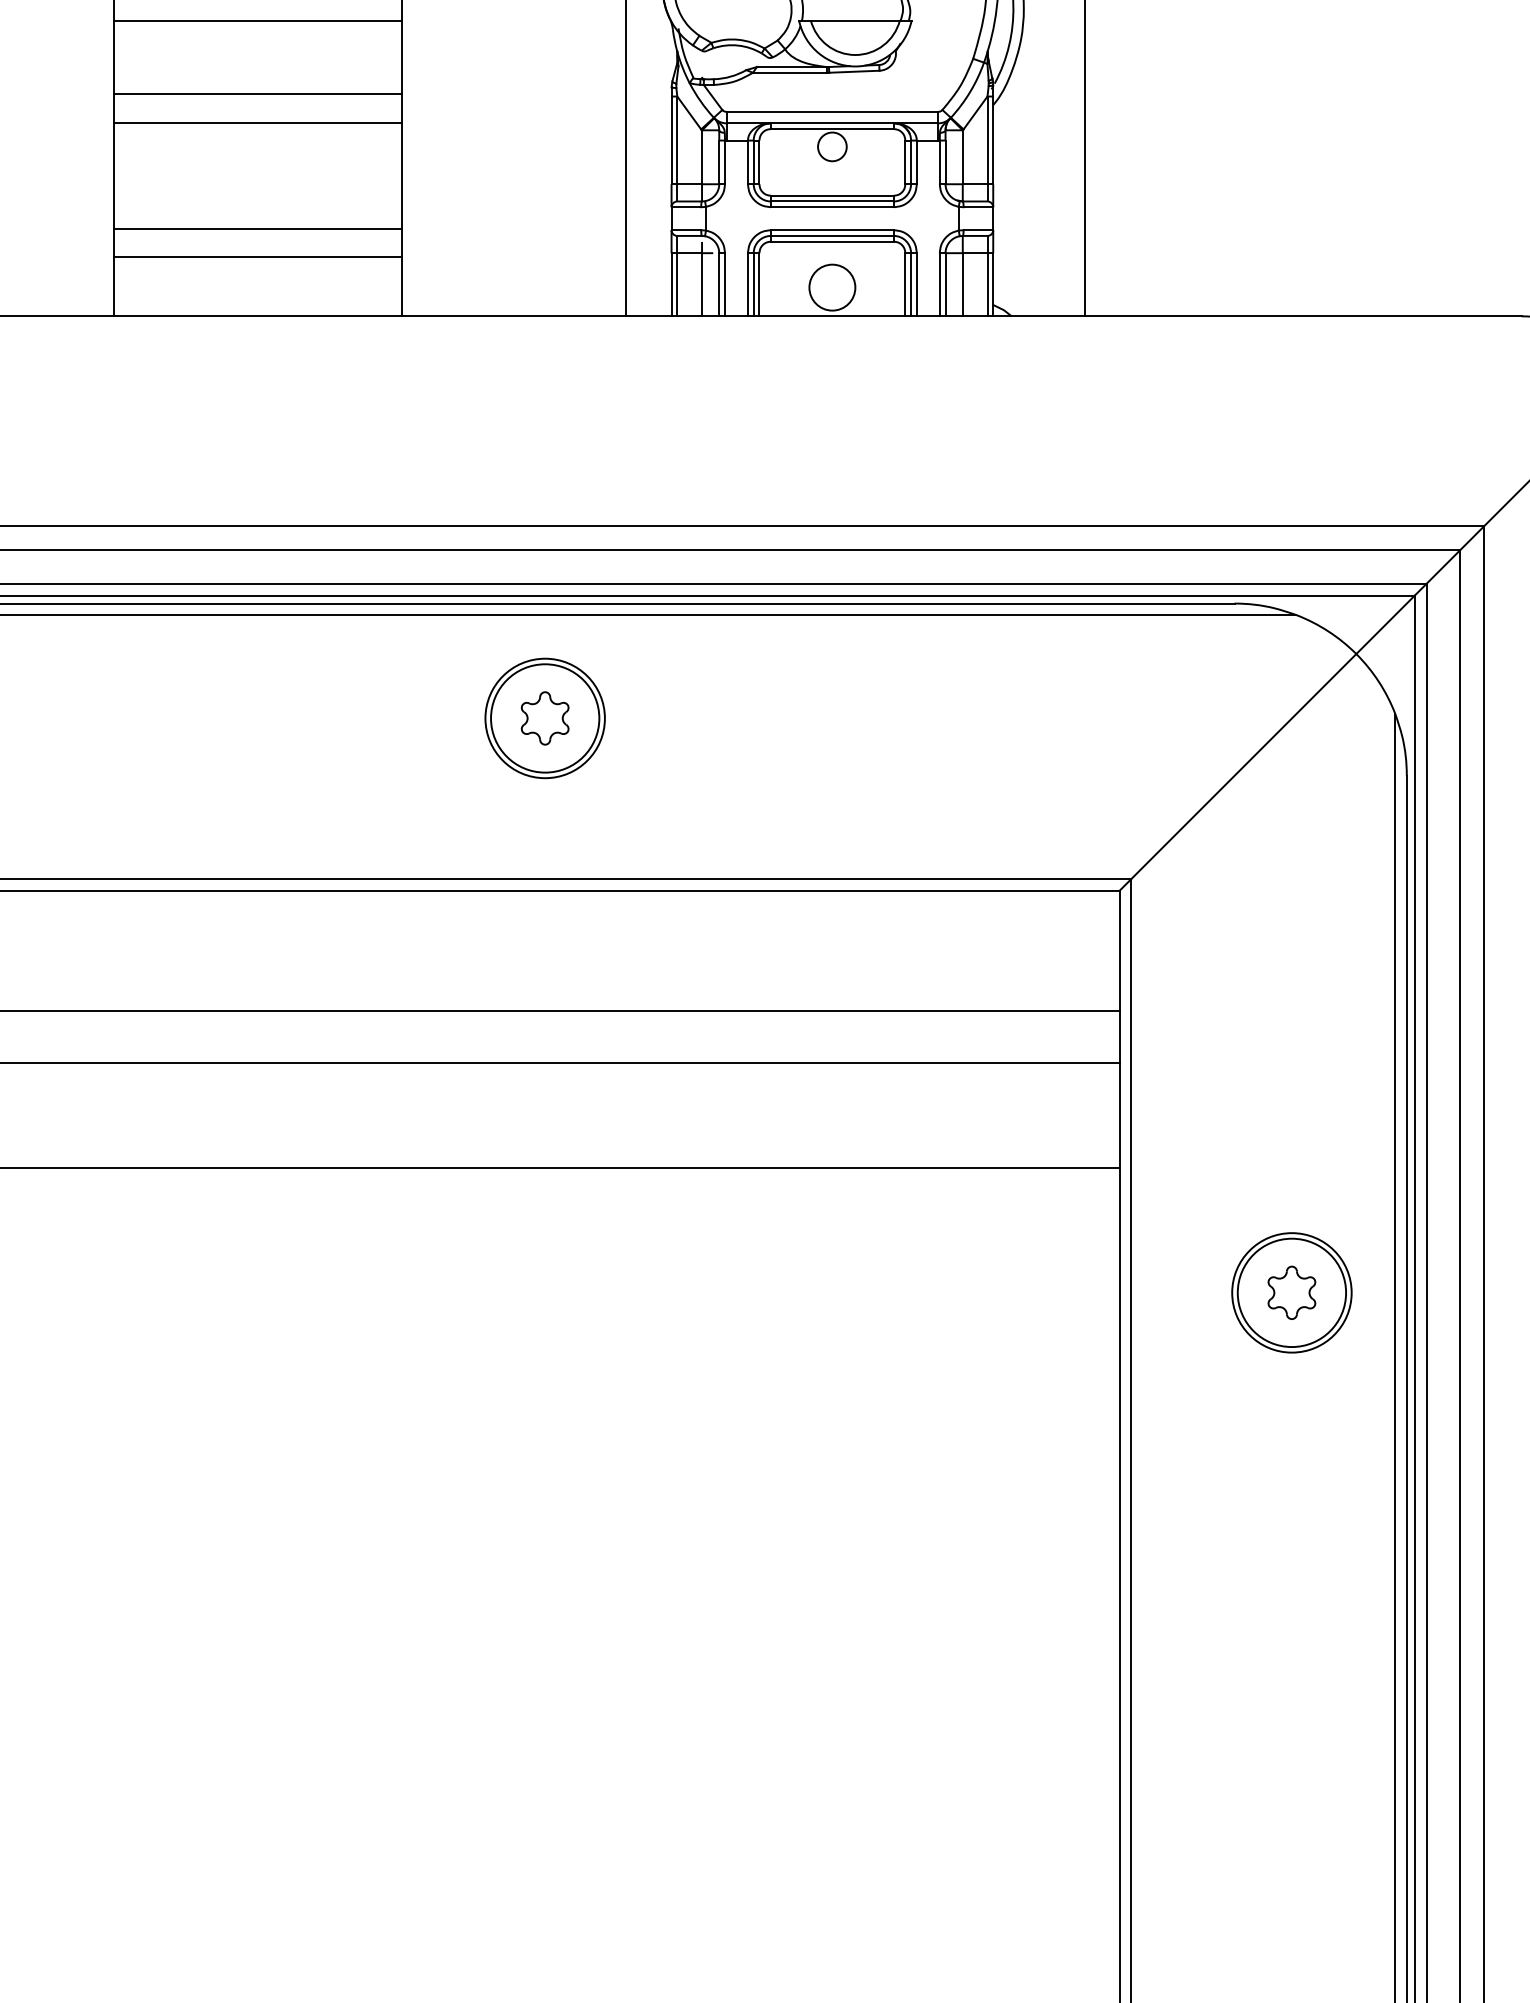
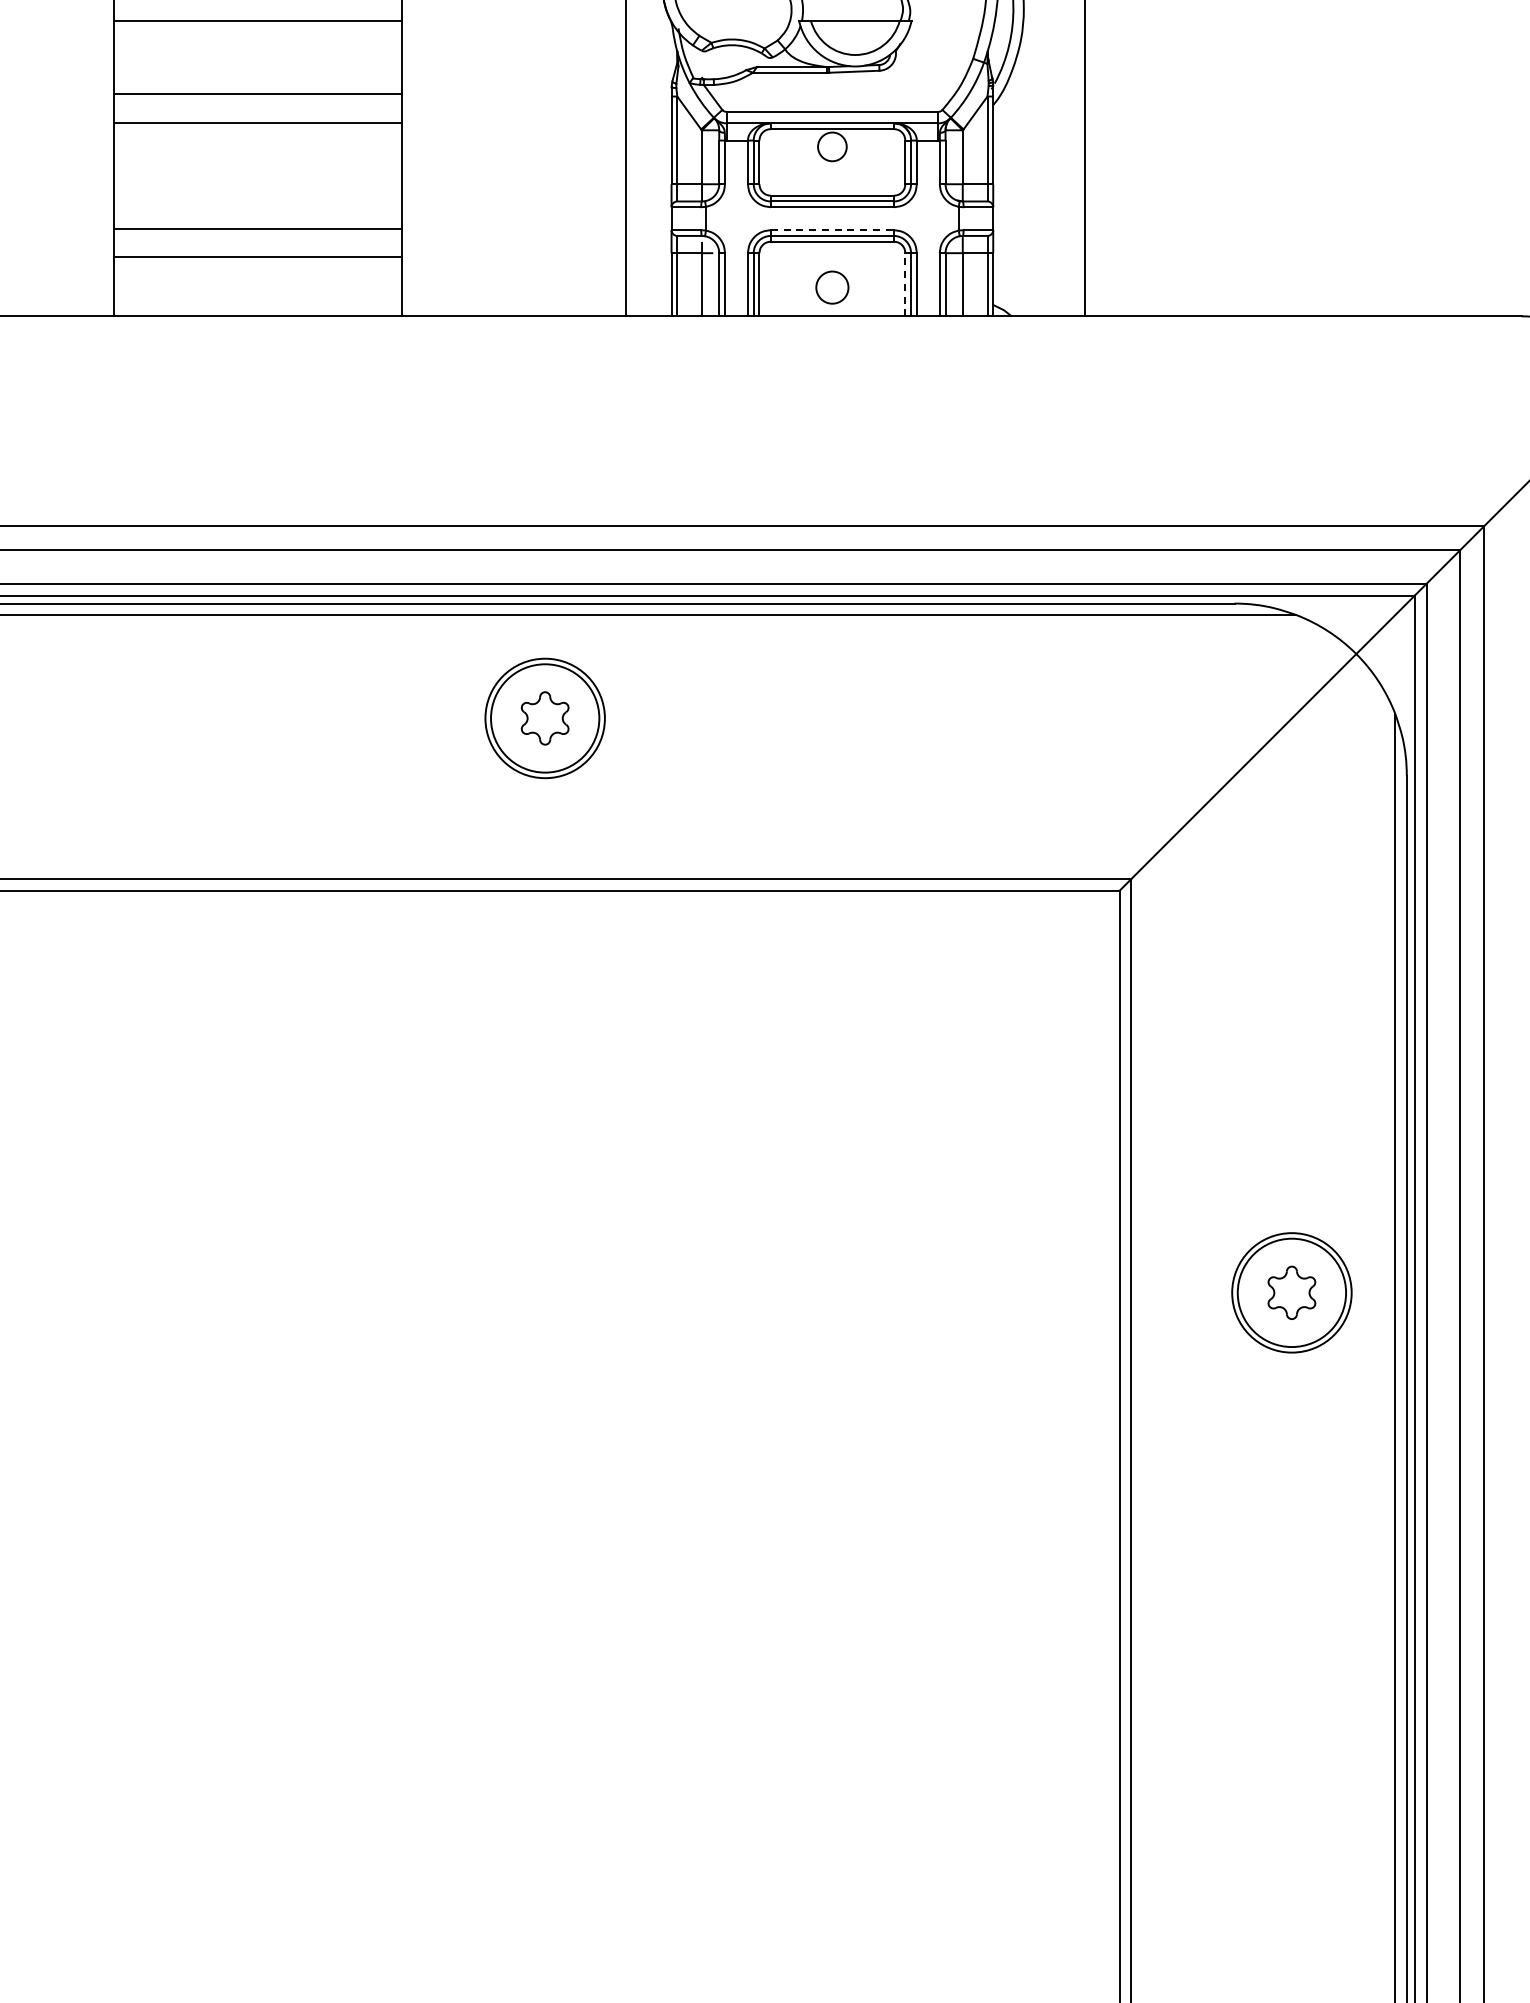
line at (832, 230): solid -> dashed
line at (905, 284): solid -> dashed
circle at (832, 287) diameter: 46 px -> 32 px
line at (560, 1011): present -> none
line at (560, 1063): present -> none
line at (560, 1167): present -> none
